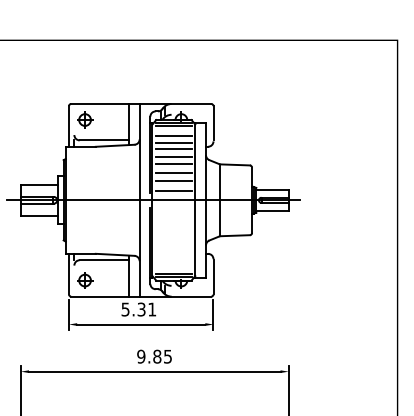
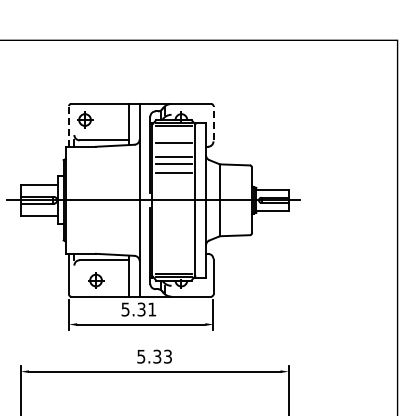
line at (213, 122): solid -> dashed
line at (69, 125): solid -> dashed
line at (173, 136): present -> none
line at (173, 148): present -> none
line at (173, 180): present -> none
line at (173, 190): present -> none
part at (85, 280) position: (85, 280) -> (96, 280)
text at (154, 356): 9.85 -> 5.33
